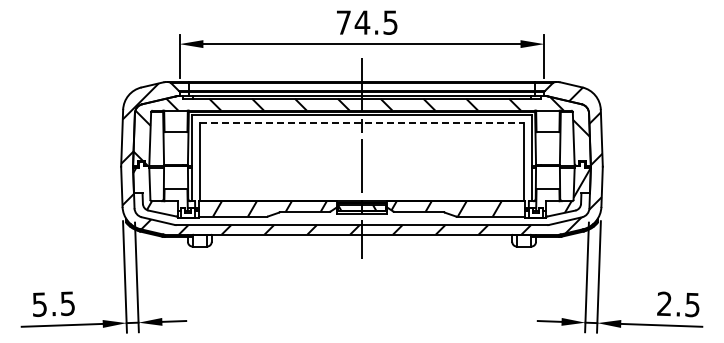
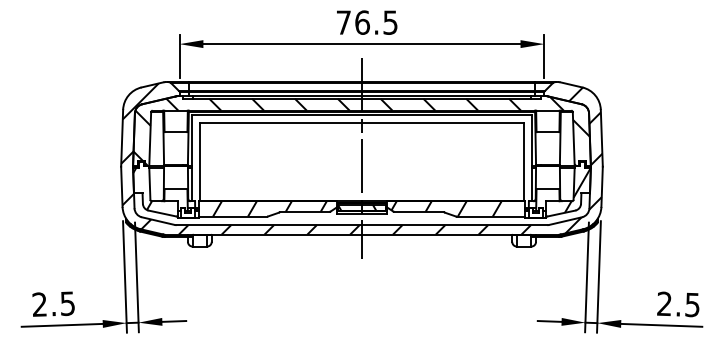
text at (362, 22): 74.5 -> 76.5
line at (362, 123): dashed -> solid
text at (39, 304): 5.5 -> 2.5
